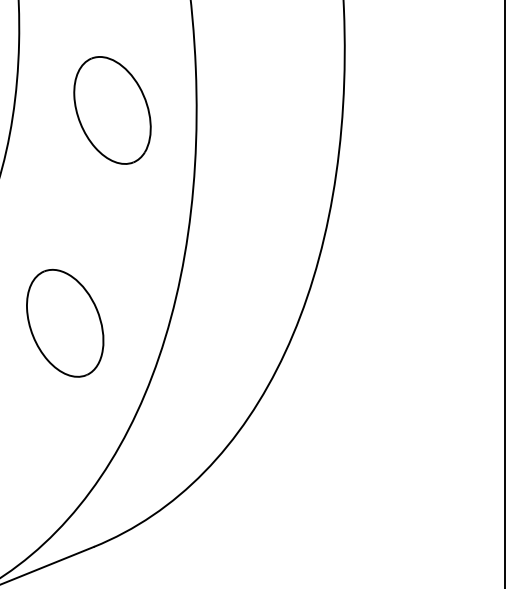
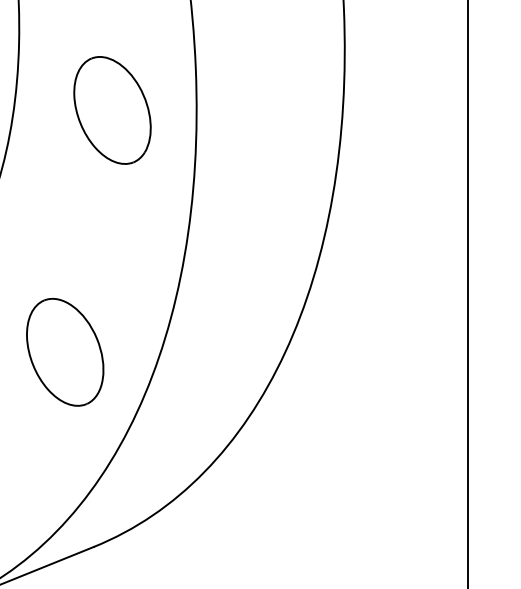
line at (505, 293) position: (505, 293) -> (468, 293)
part at (65, 322) position: (65, 322) -> (65, 351)
